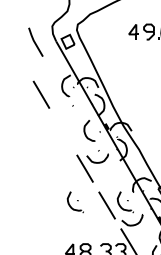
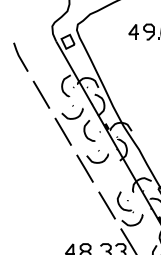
line at (35, 41) position: (35, 41) -> (20, 56)
part at (68, 126): none -> present
part at (74, 202): present -> none
